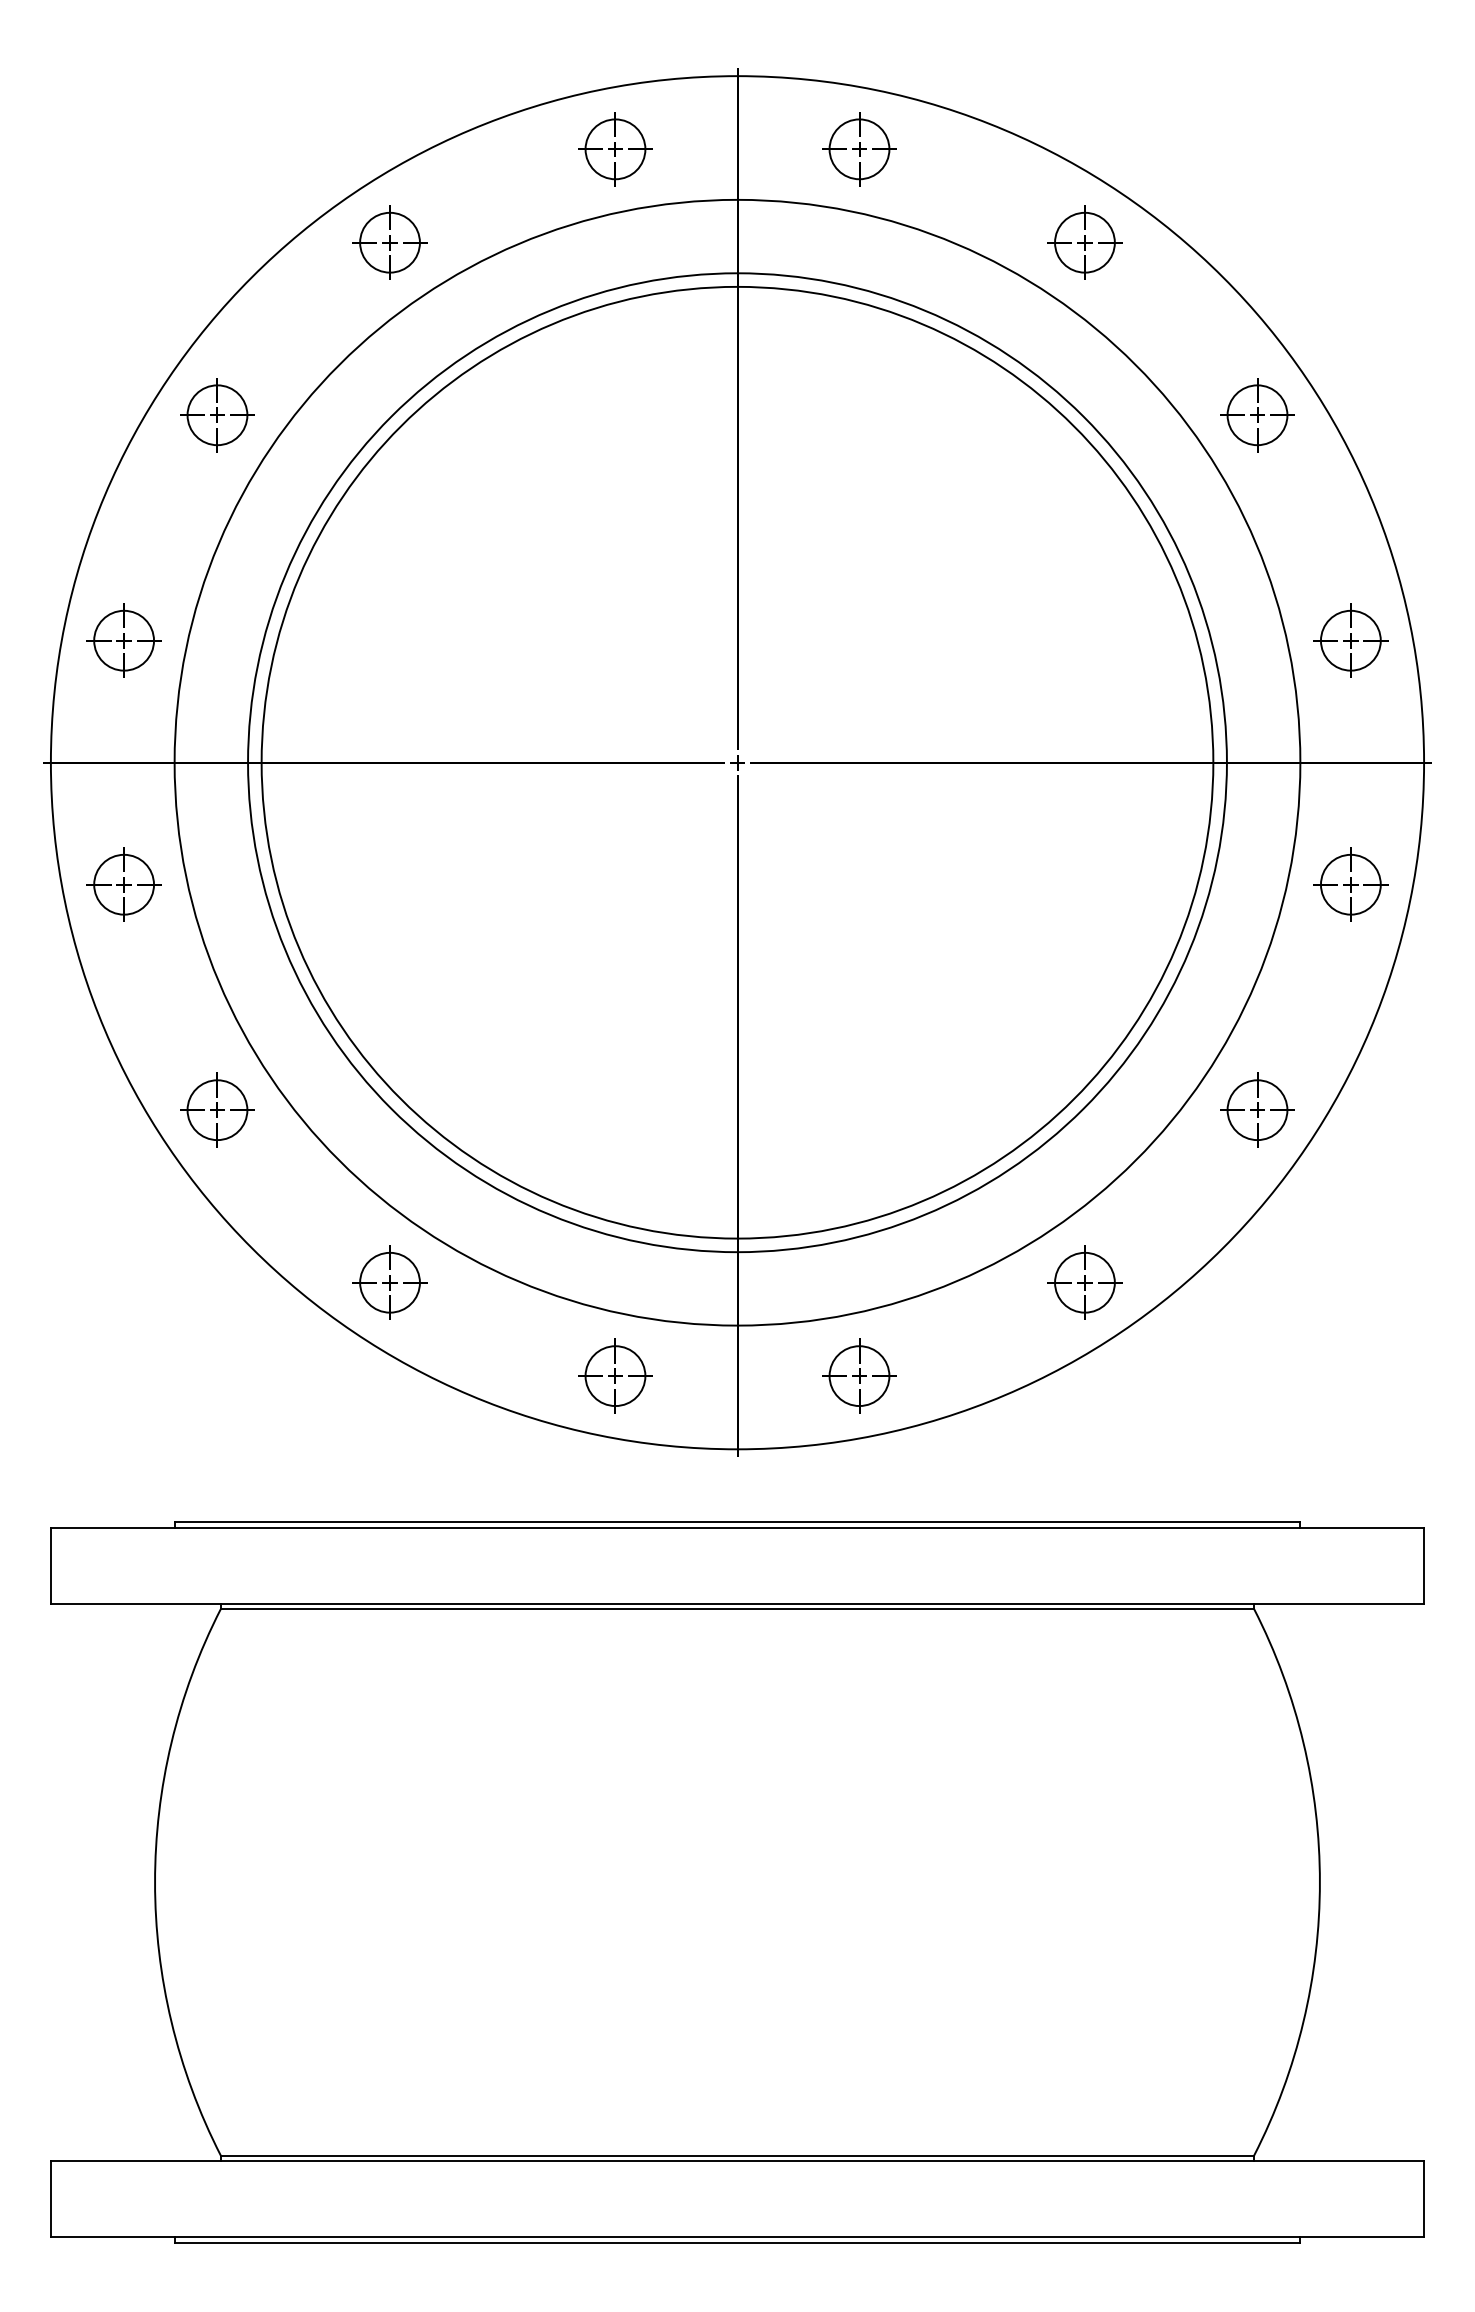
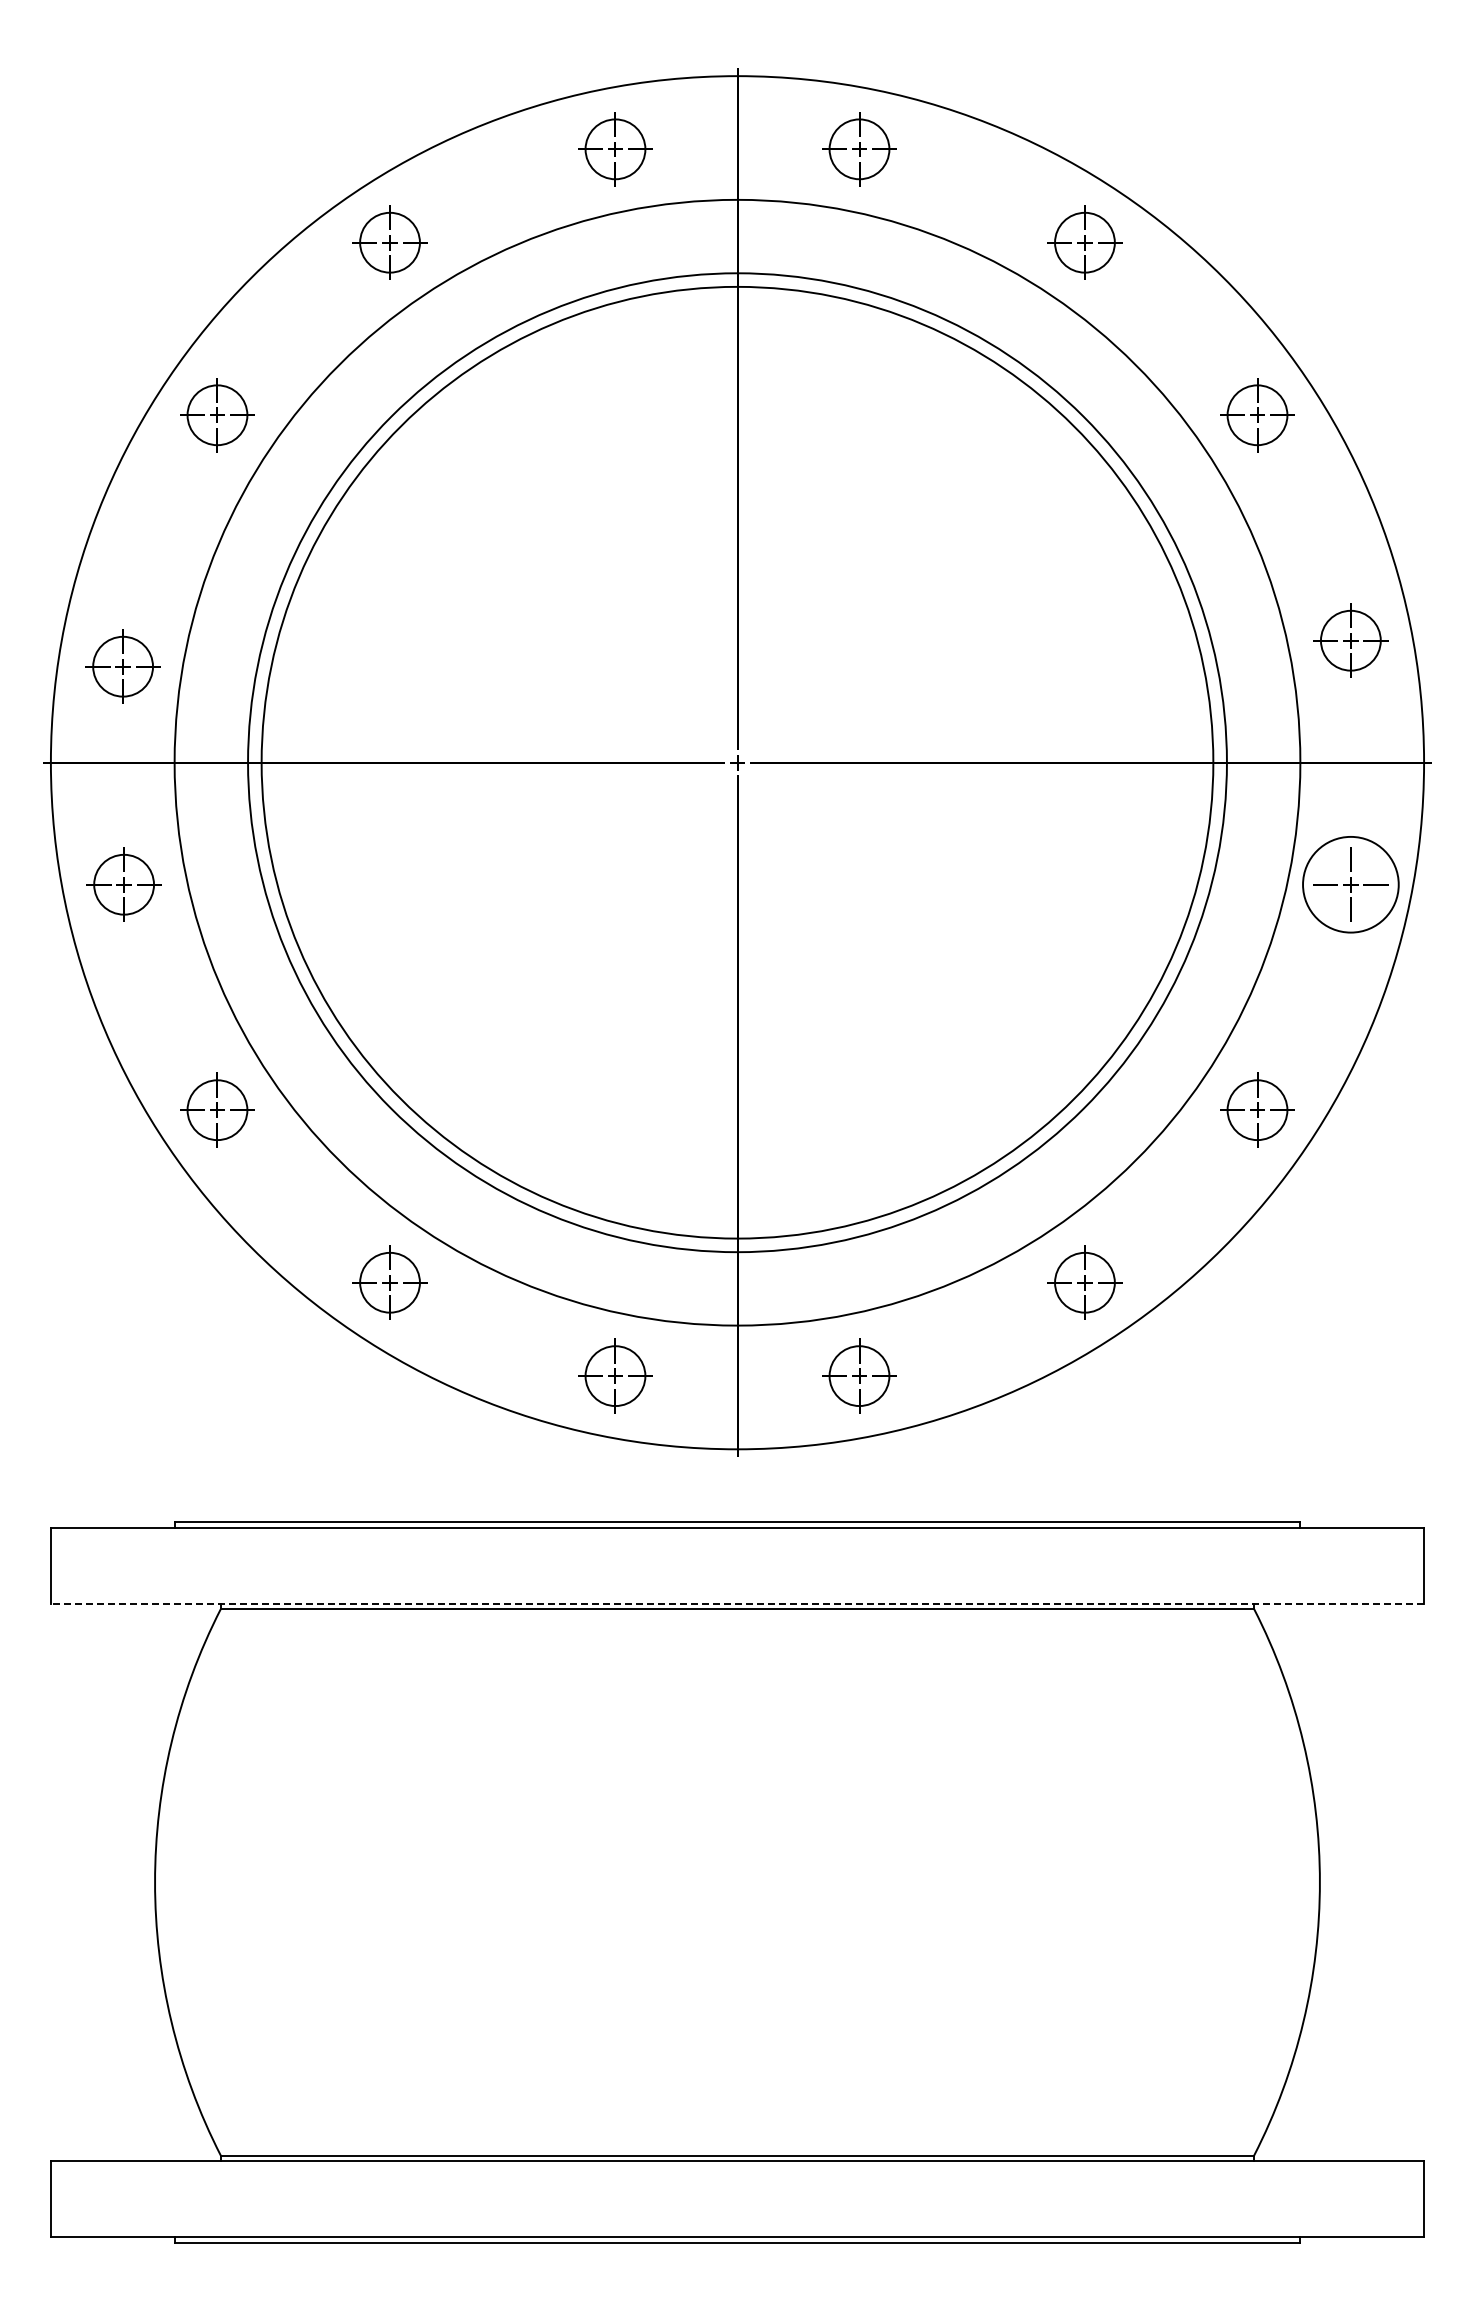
part at (123, 640) position: (123, 640) -> (122, 666)
circle at (1350, 884) diameter: 60 px -> 96 px
line at (737, 1603): solid -> dashed
